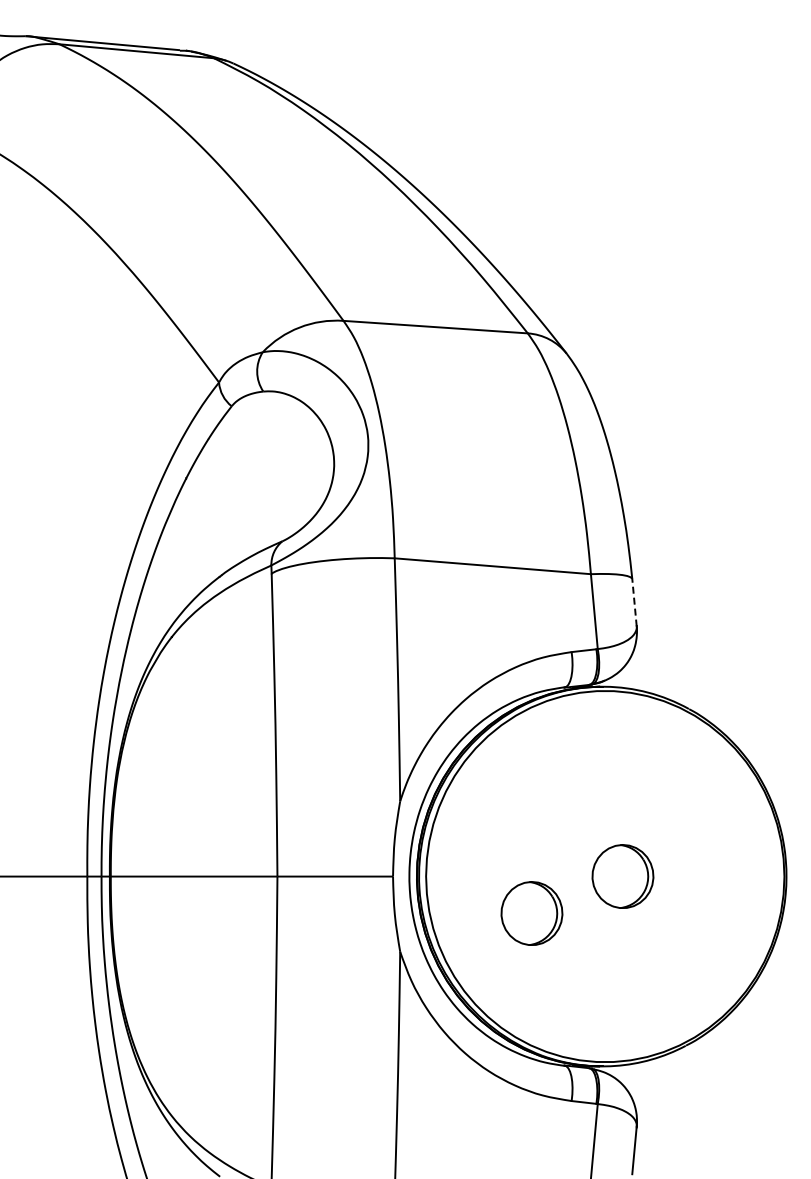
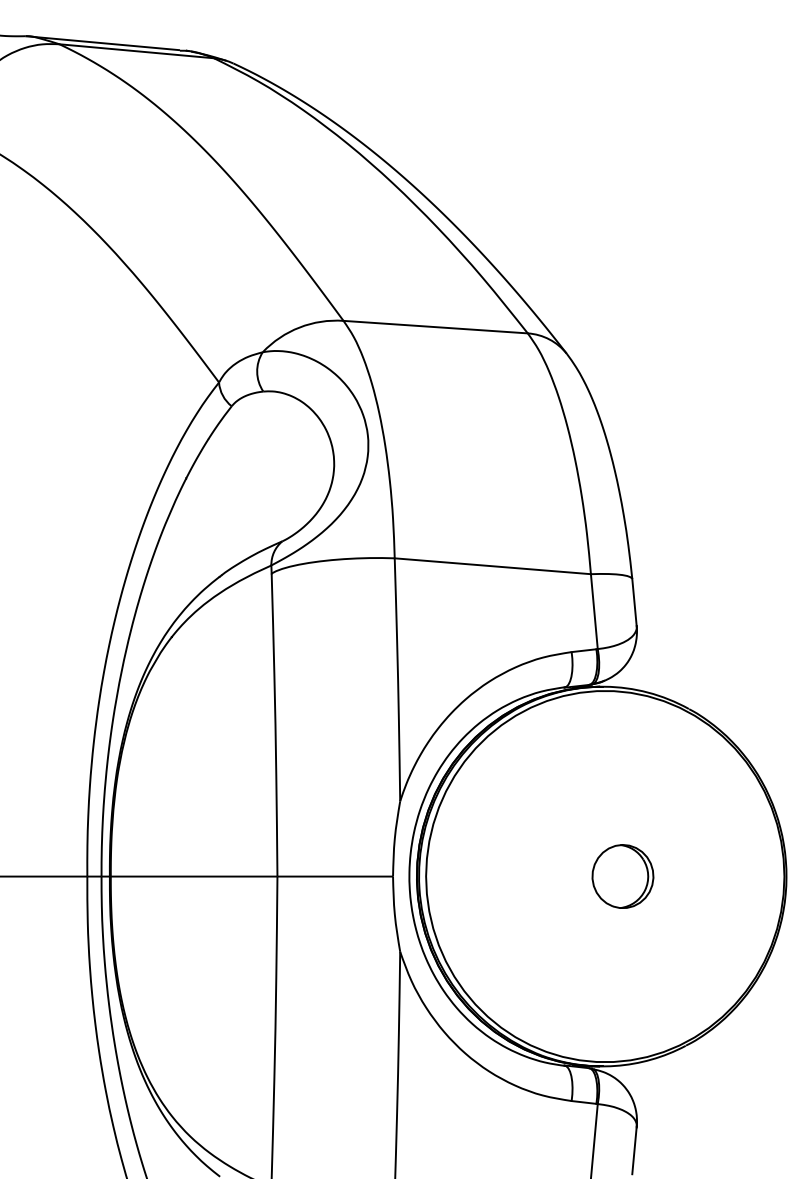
line at (634, 602): dashed -> solid
part at (531, 913): present -> none
